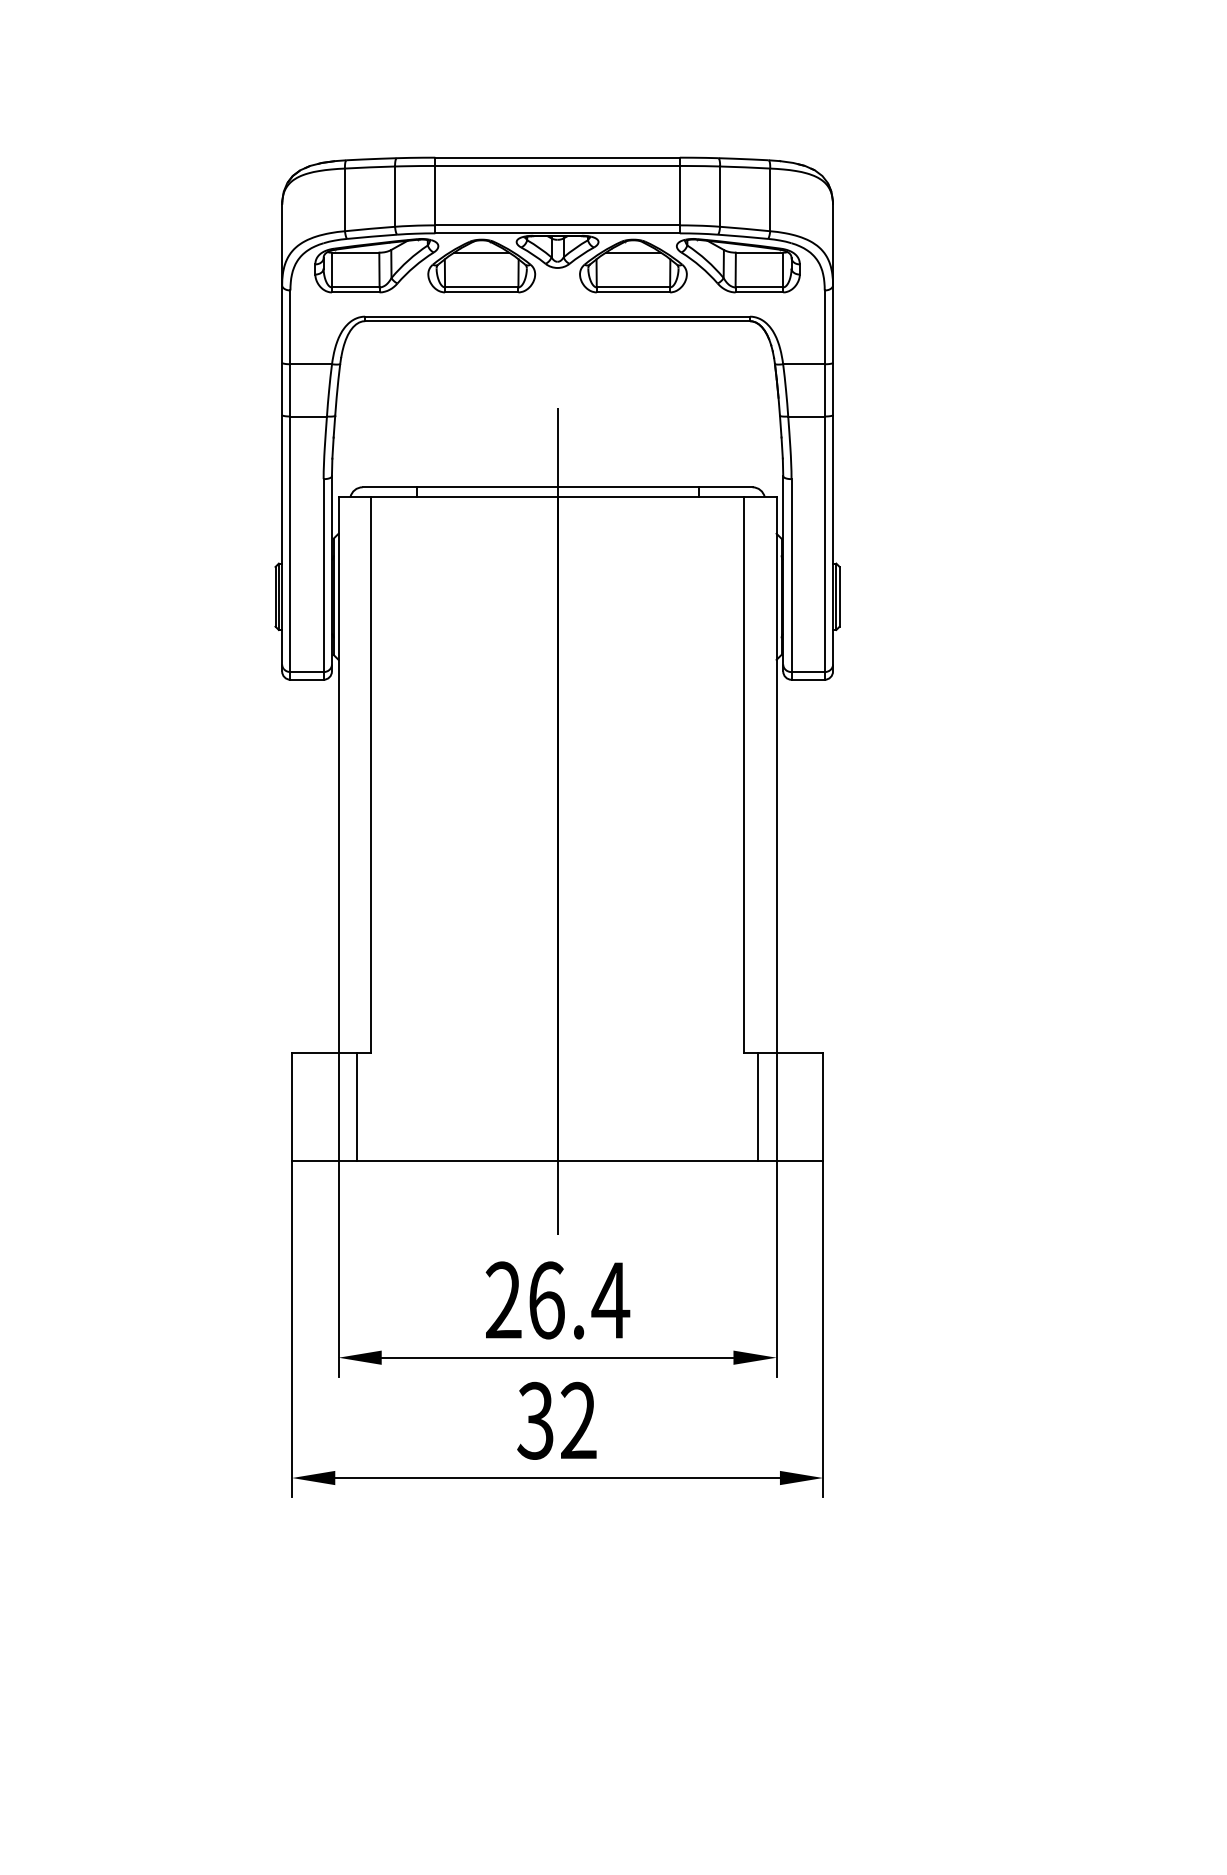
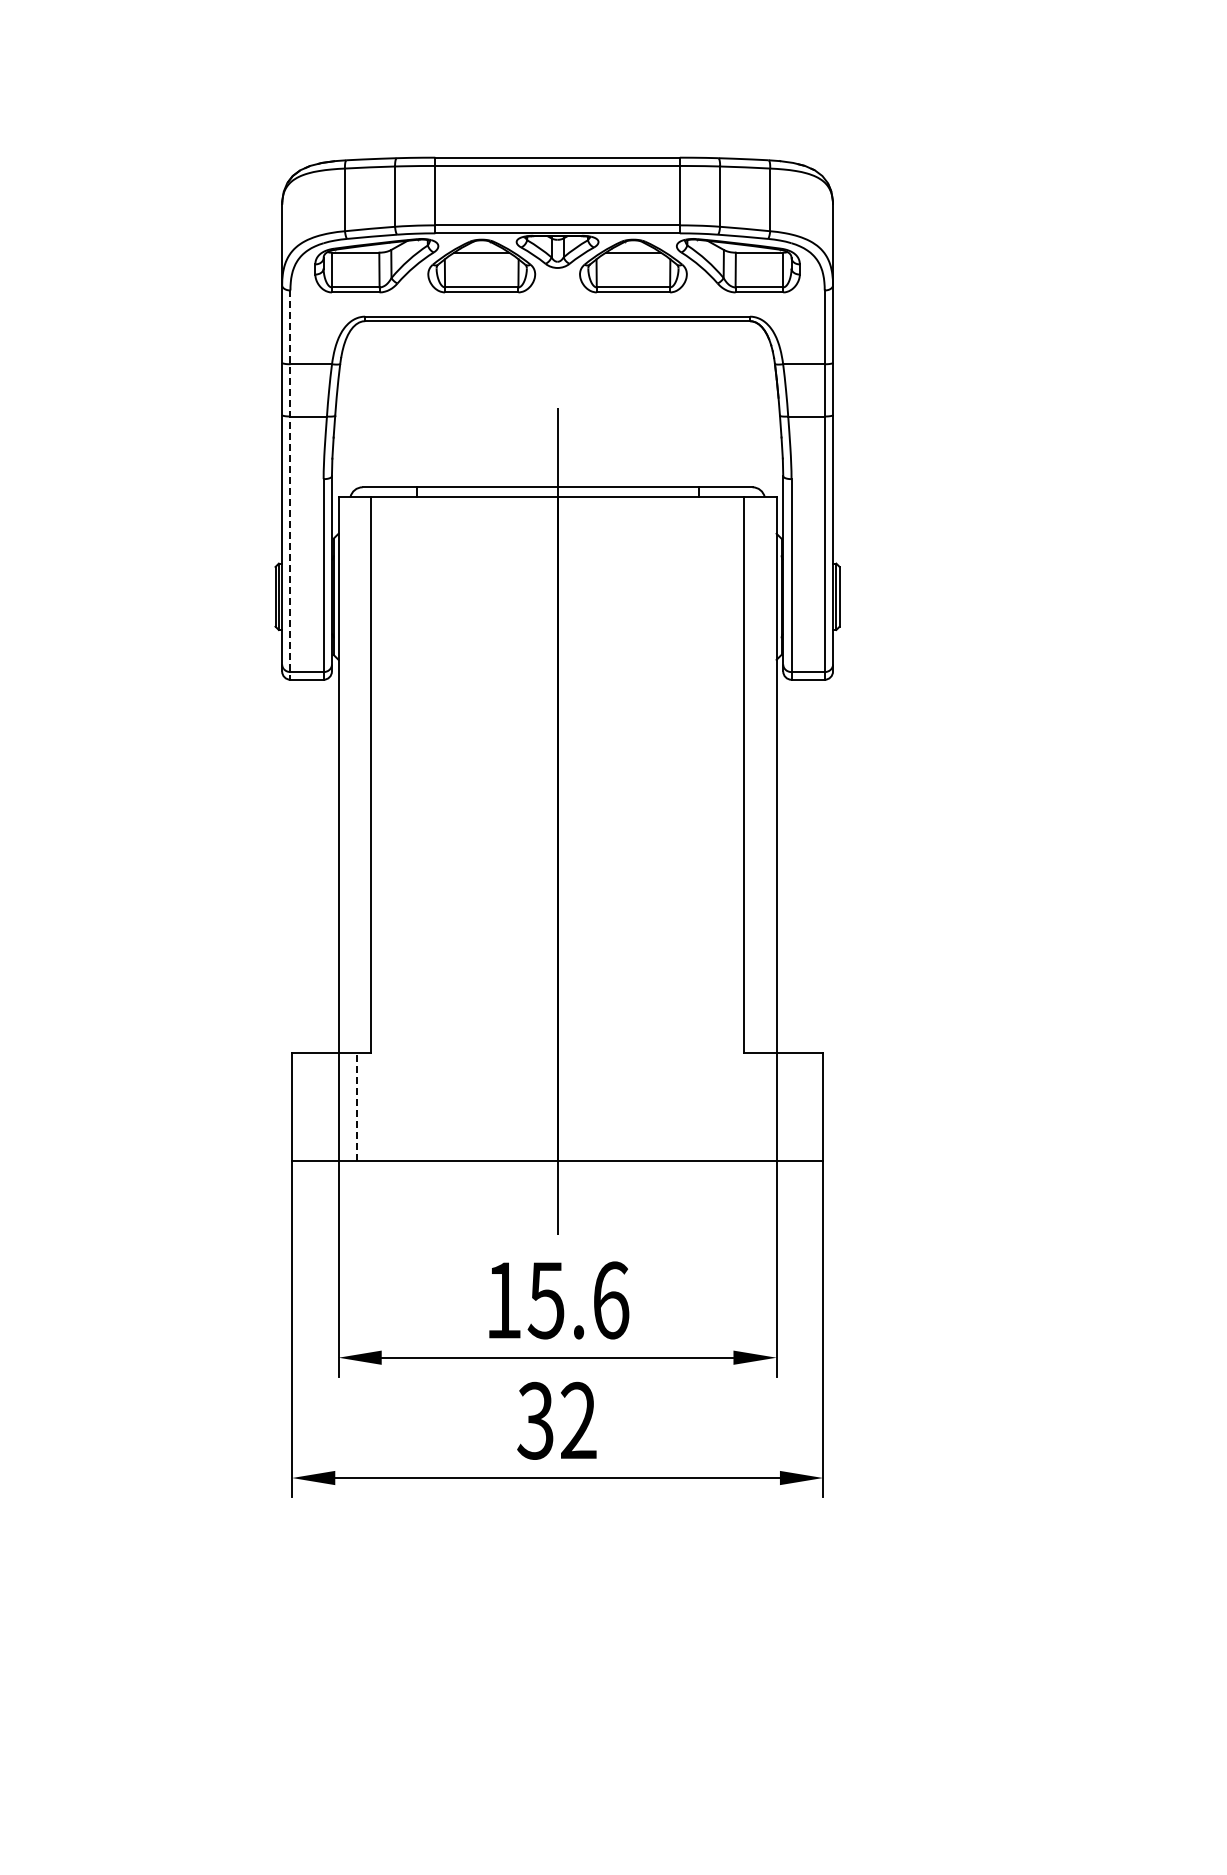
line at (290, 485): solid -> dashed
line at (757, 1106): present -> none
line at (357, 1107): solid -> dashed
text at (557, 1300): 26.4 -> 15.6
